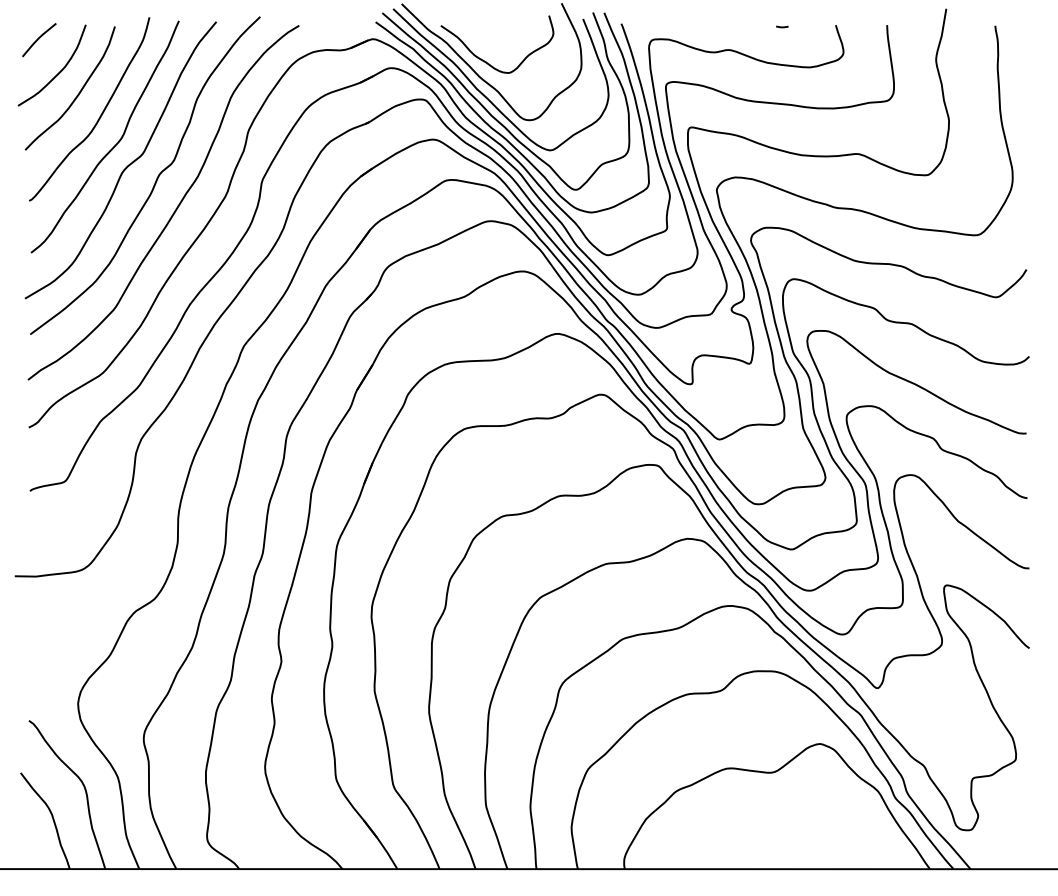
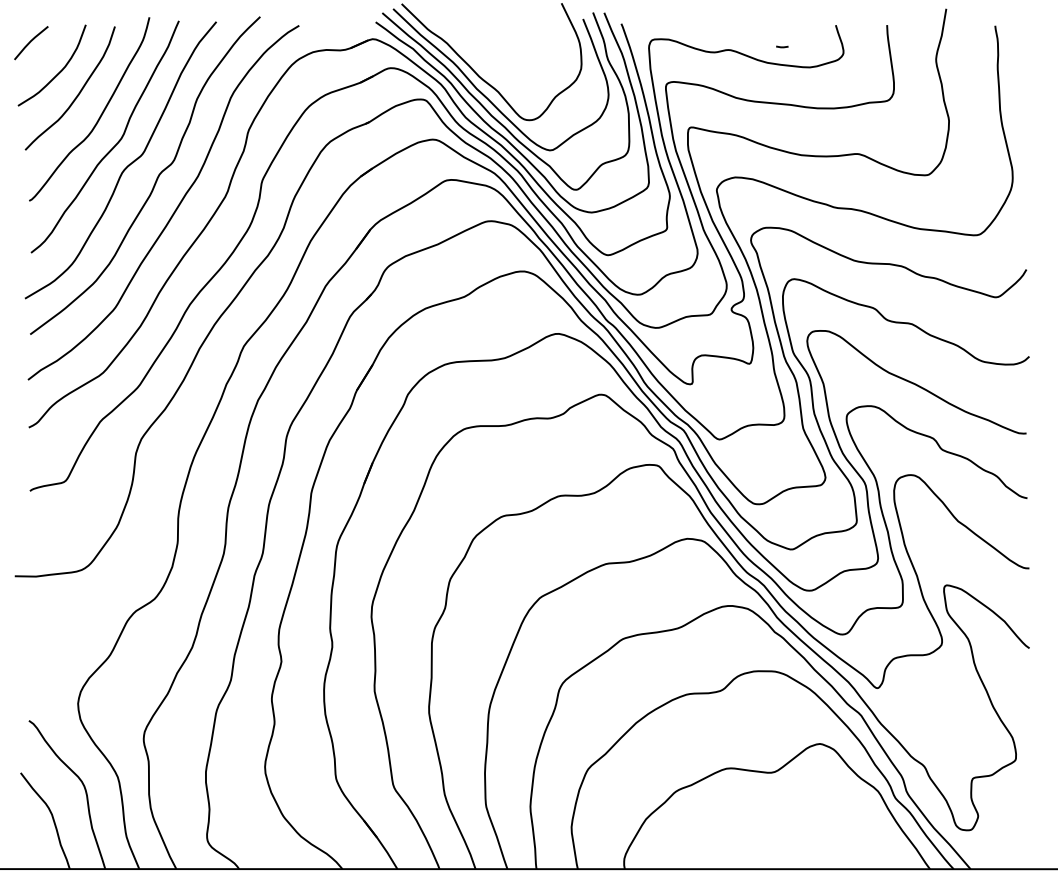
line at (782, 26) position: (782, 26) -> (782, 46)
line at (38, 40) position: (38, 40) -> (30, 43)
curve at (486, 61): present -> none
